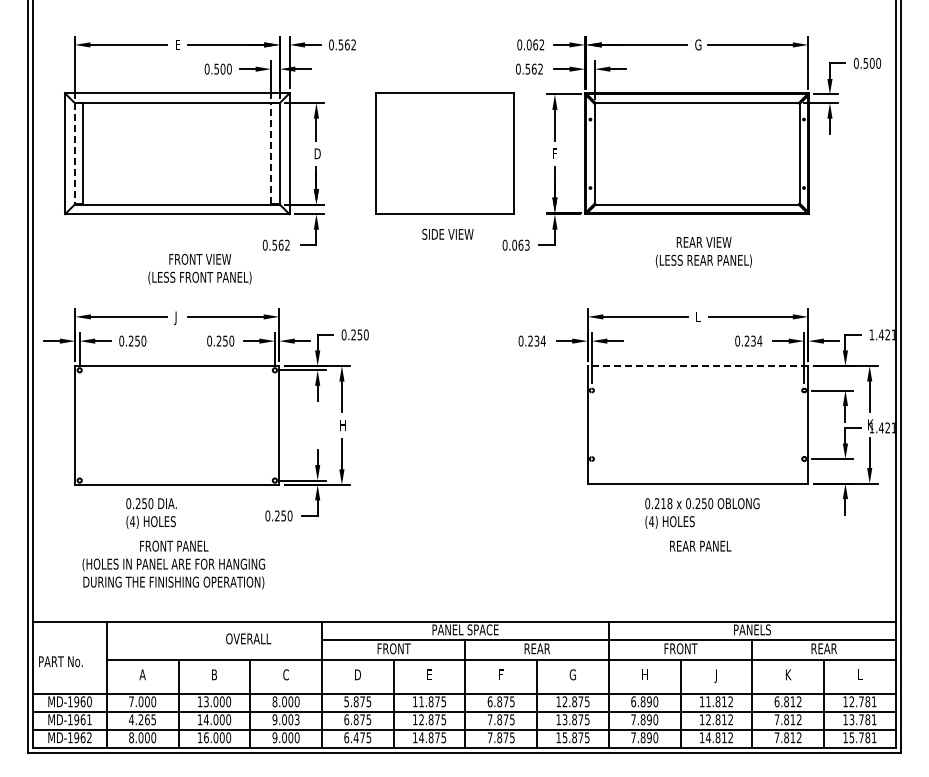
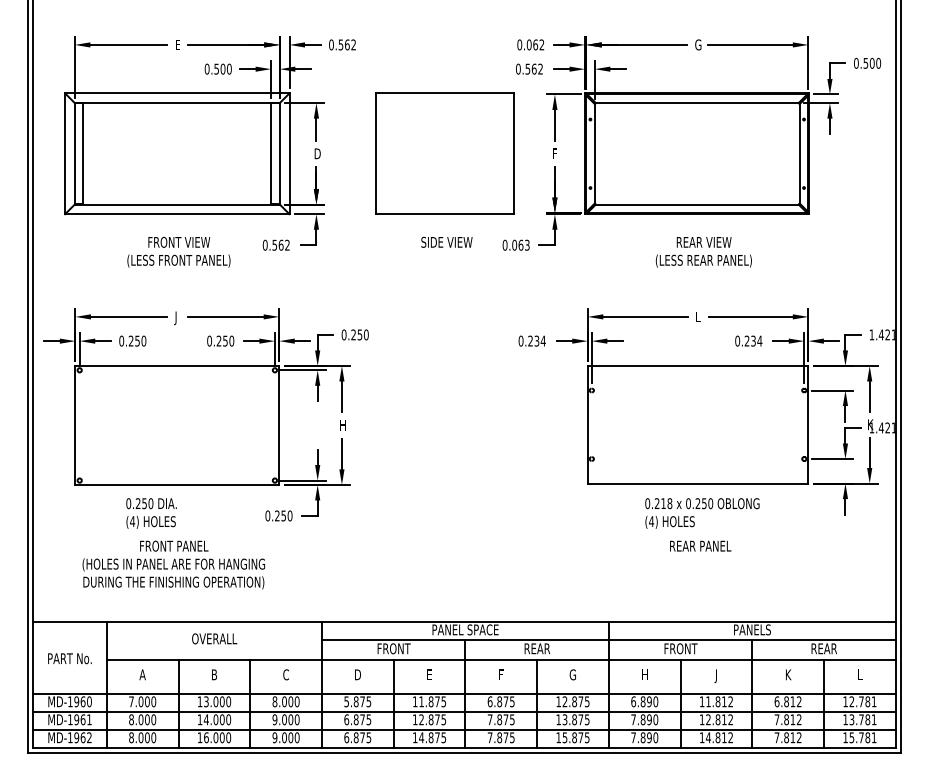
line at (74, 153): dashed -> solid
line at (271, 153): dashed -> solid
text at (447, 233) position: (447, 233) -> (446, 241)
text at (199, 268) position: (199, 268) -> (178, 251)
line at (697, 366): dashed -> solid
text at (248, 638) position: (248, 638) -> (214, 638)
text at (60, 661) position: (60, 661) -> (69, 658)
text at (142, 719): 4.265 -> 8.000
text at (296, 719): 9.003 -> 9.000
text at (355, 737): 6.475 -> 6.875
